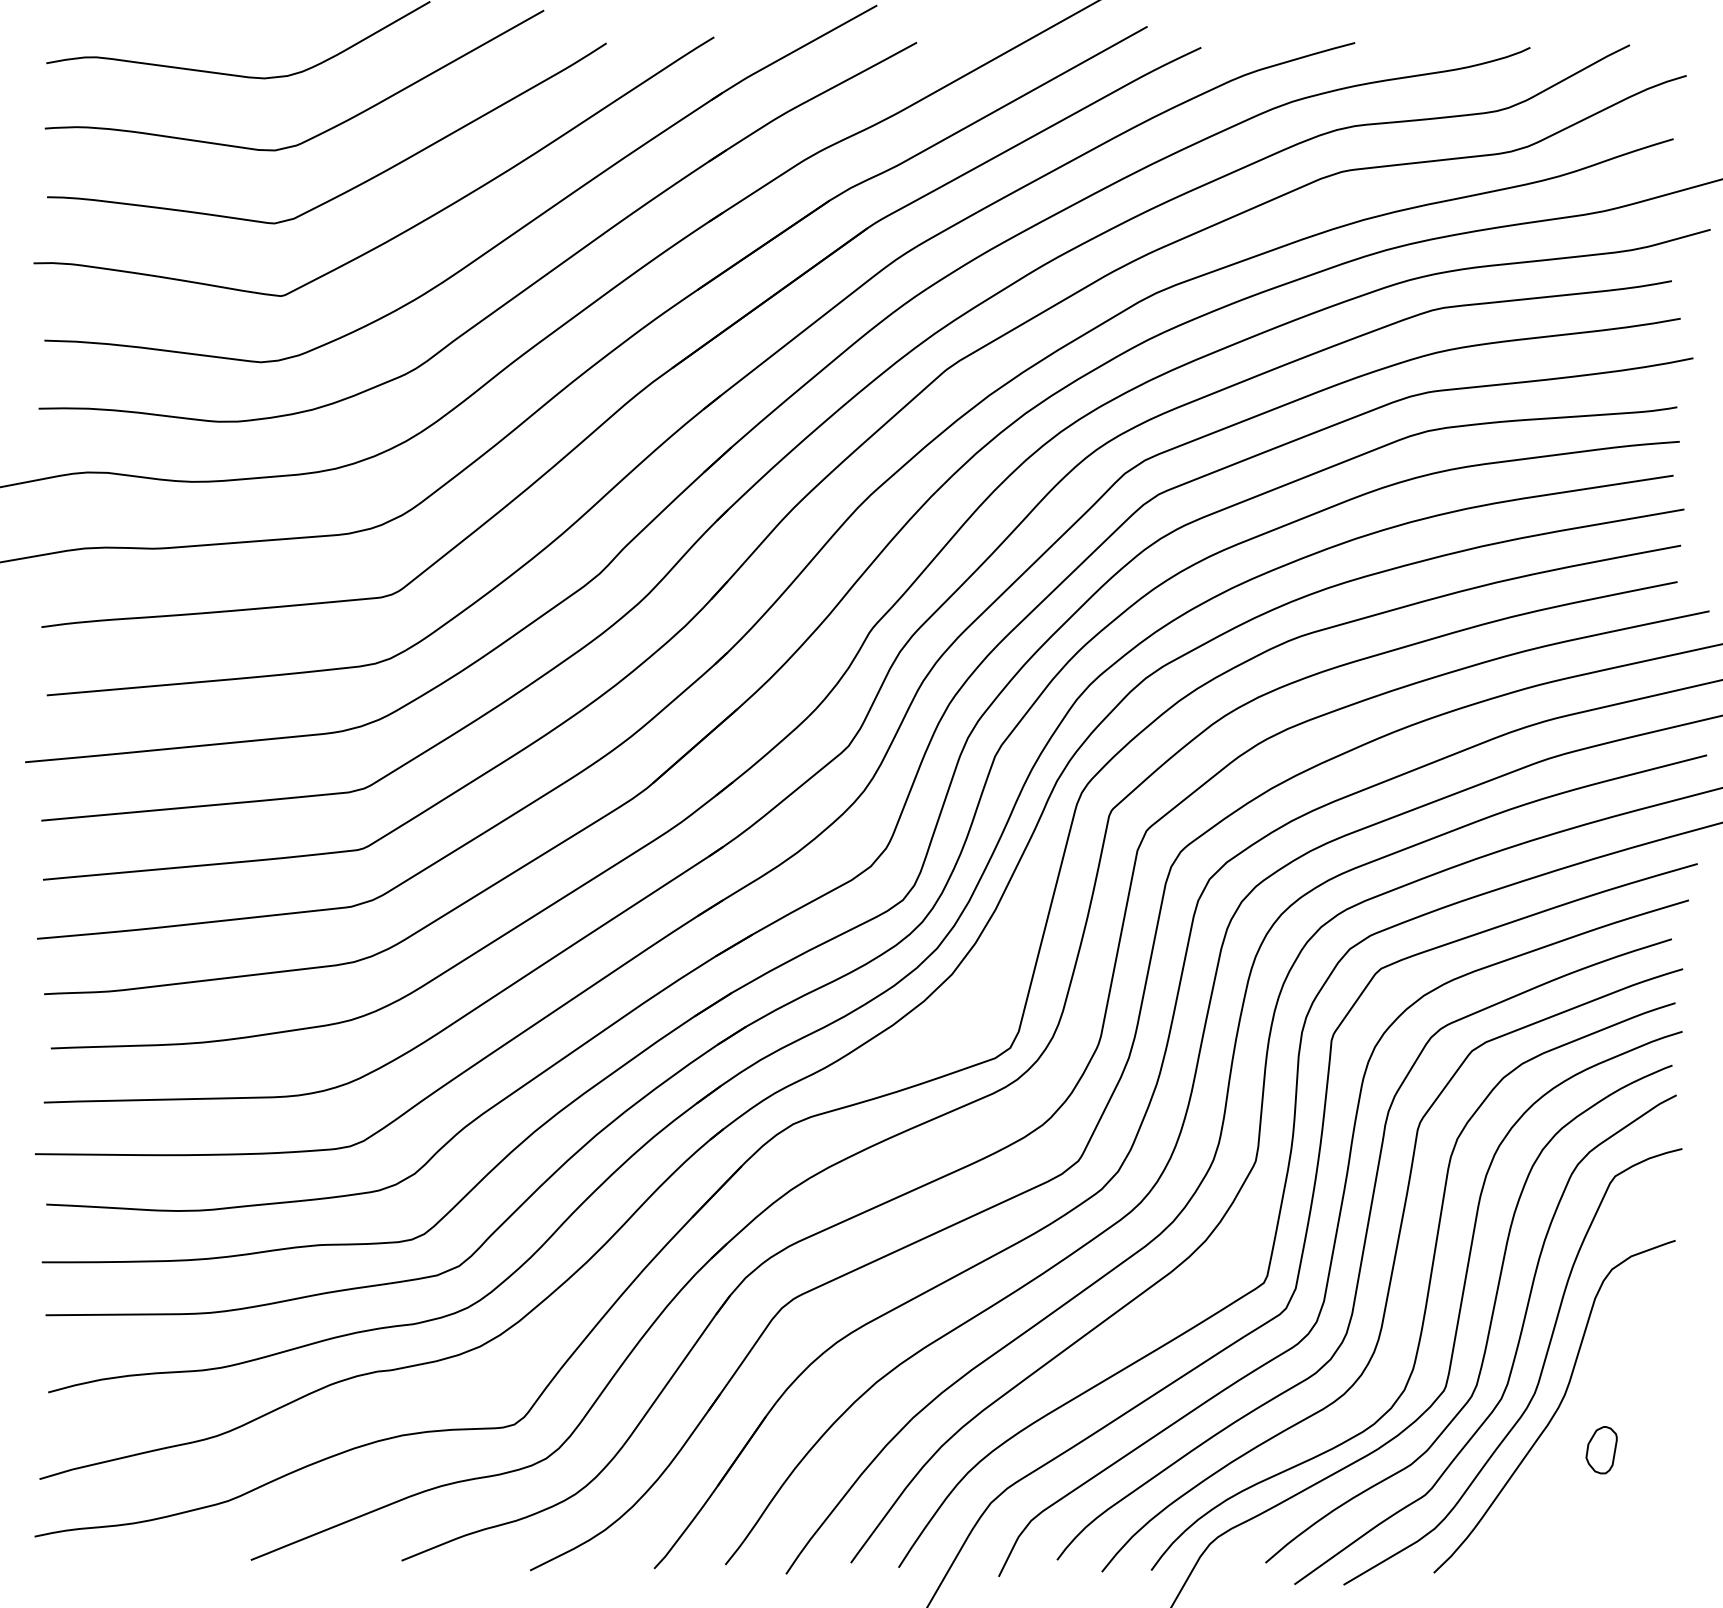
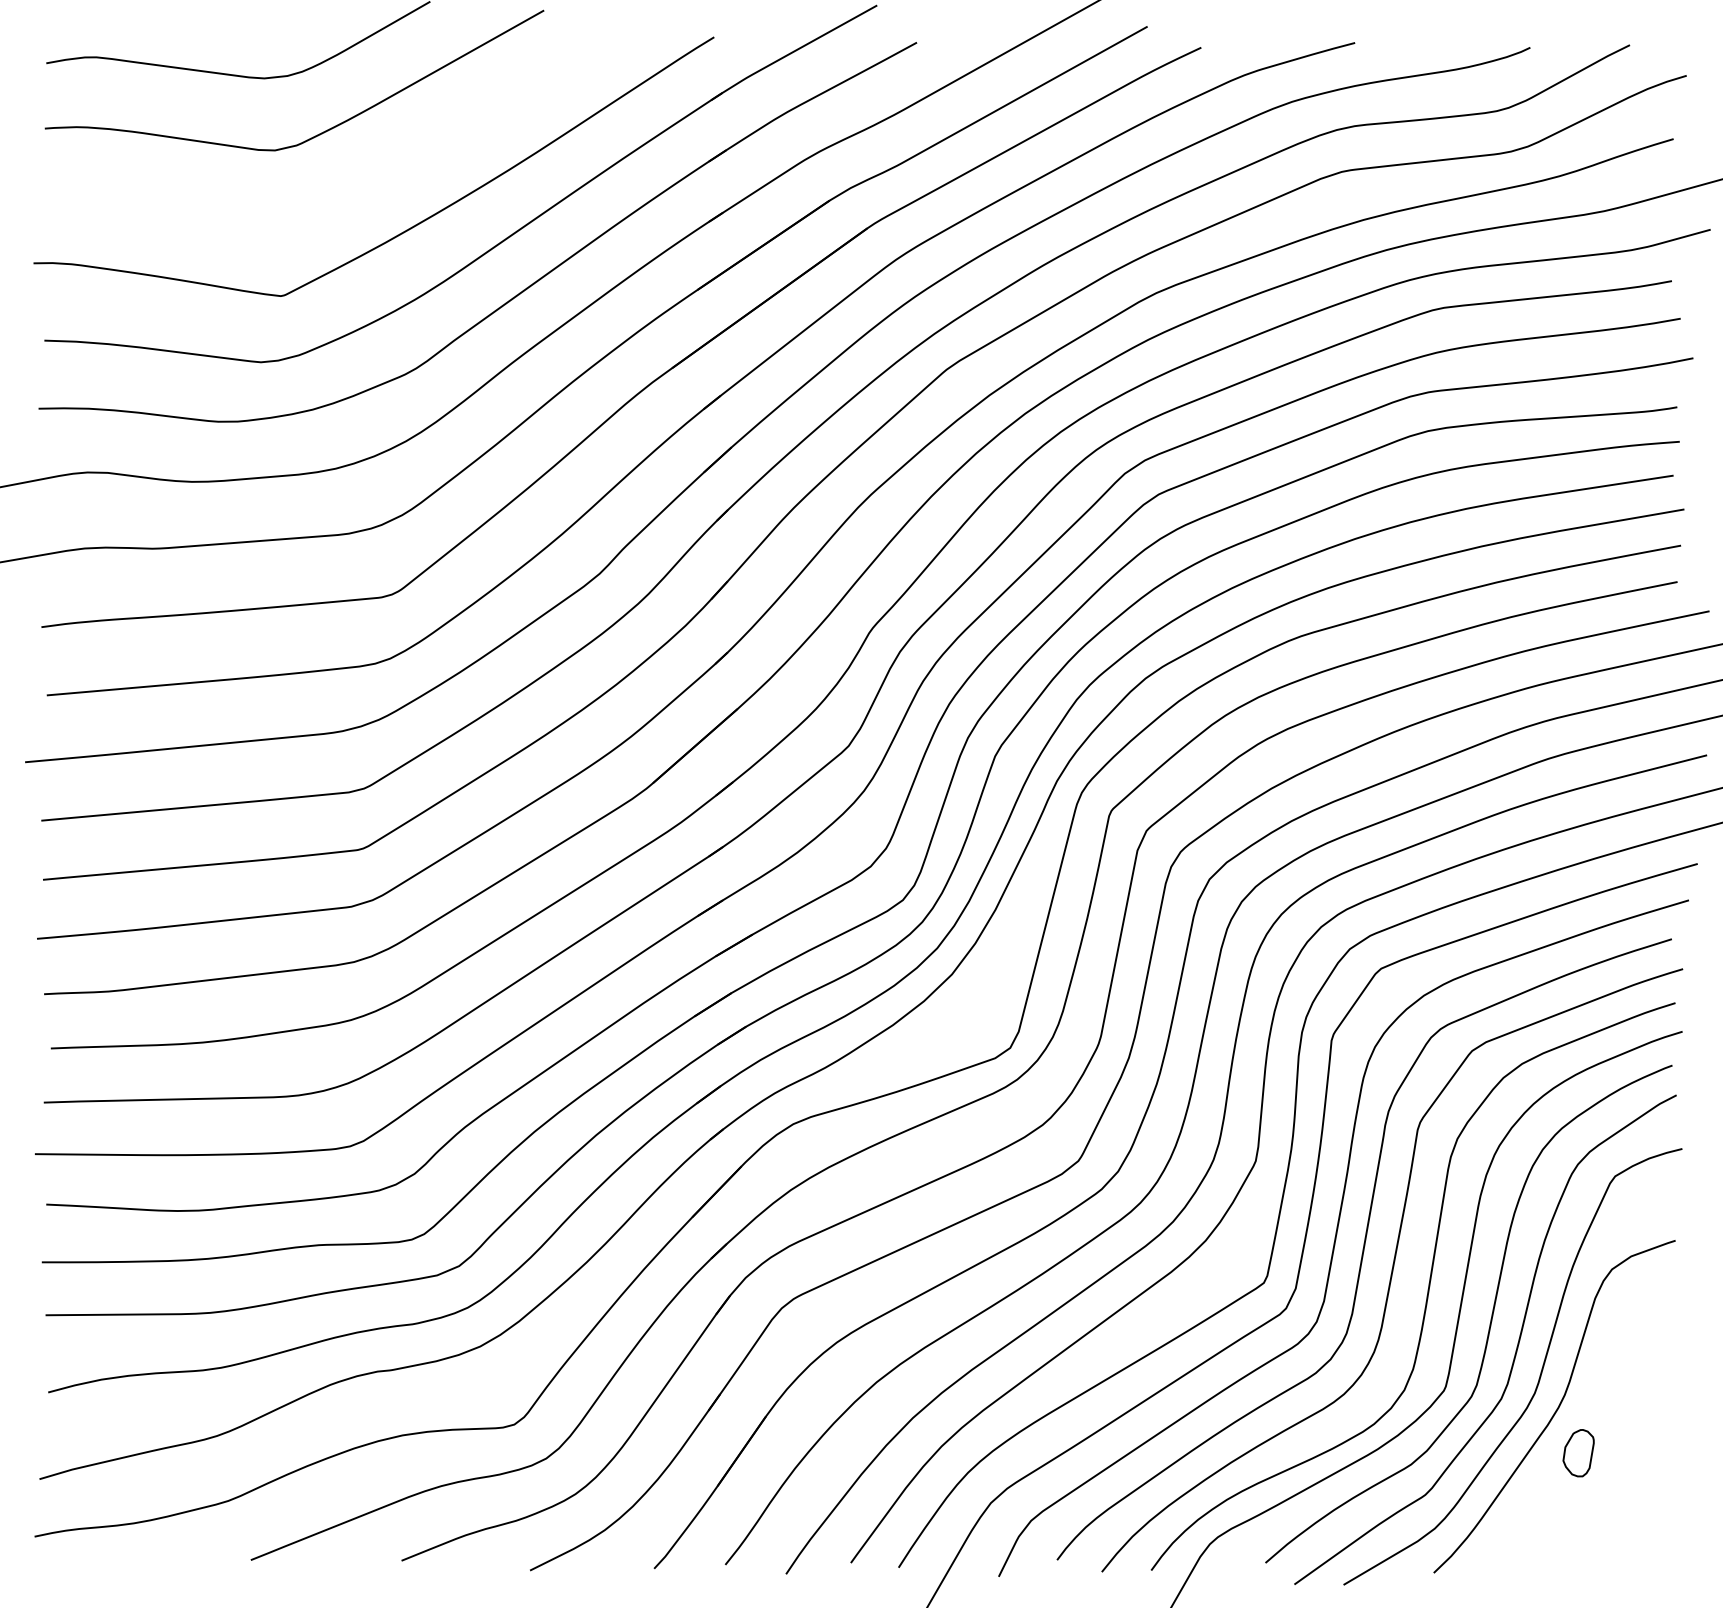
curve at (352, 187): present -> none
part at (1601, 1450) position: (1601, 1450) -> (1578, 1453)
